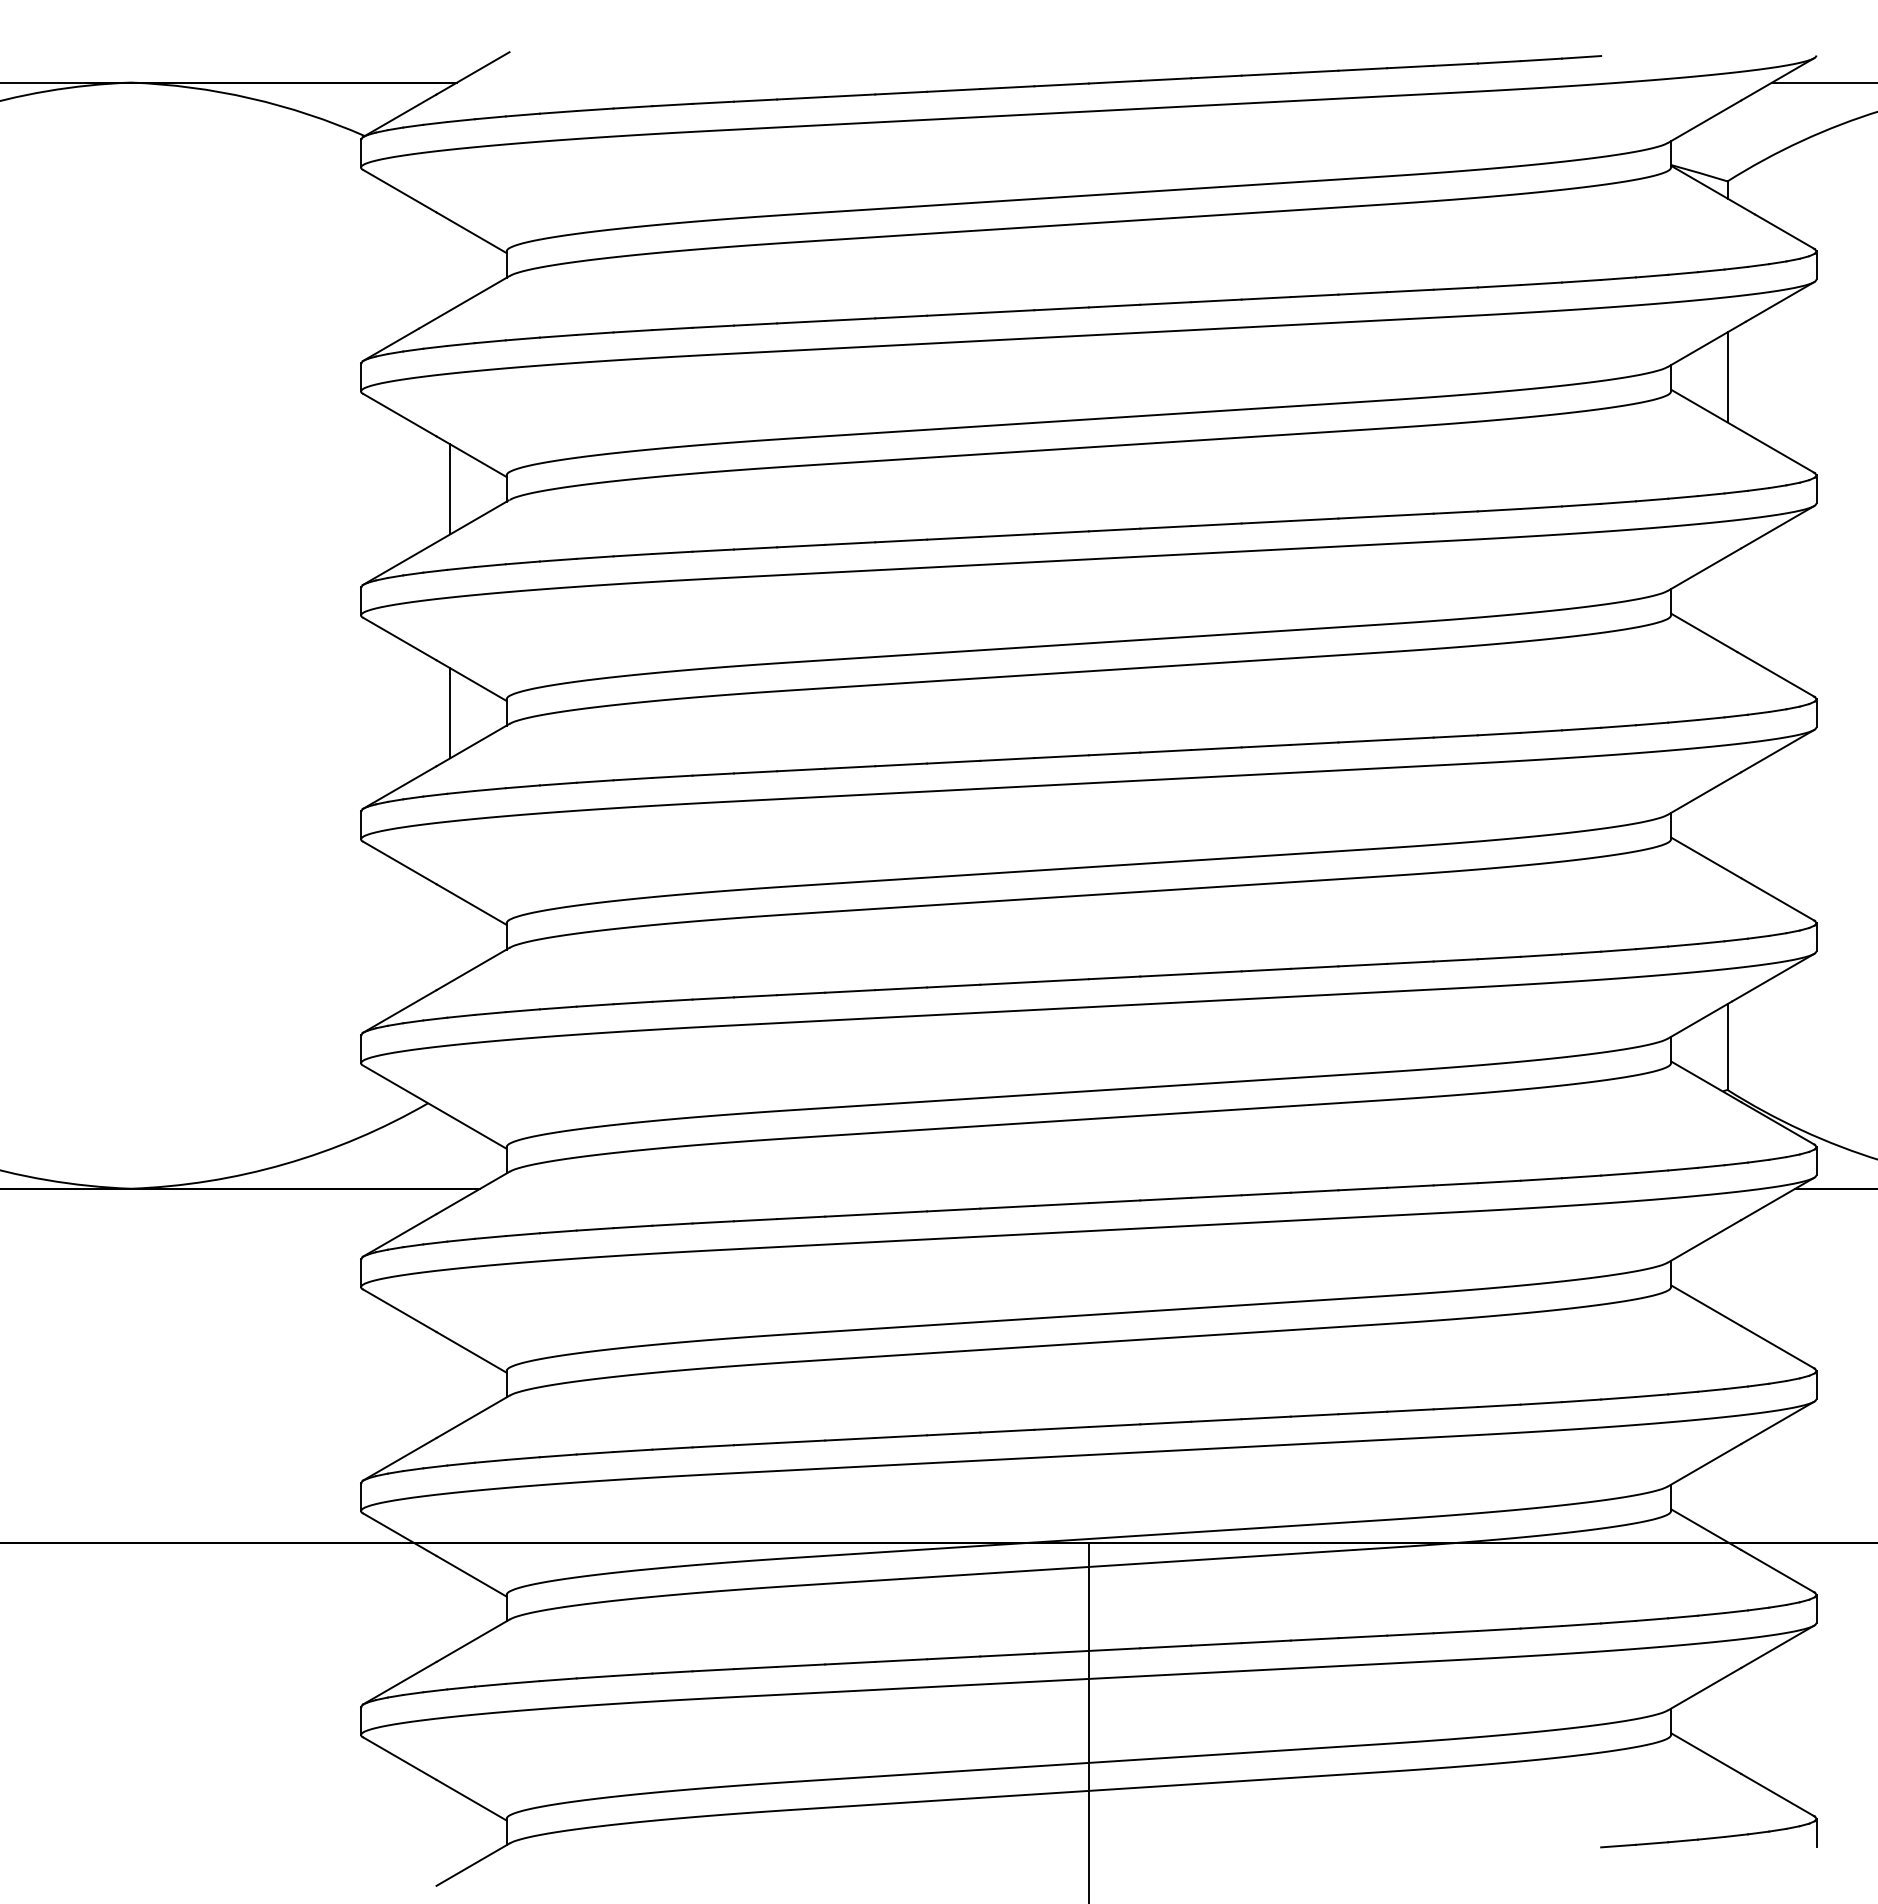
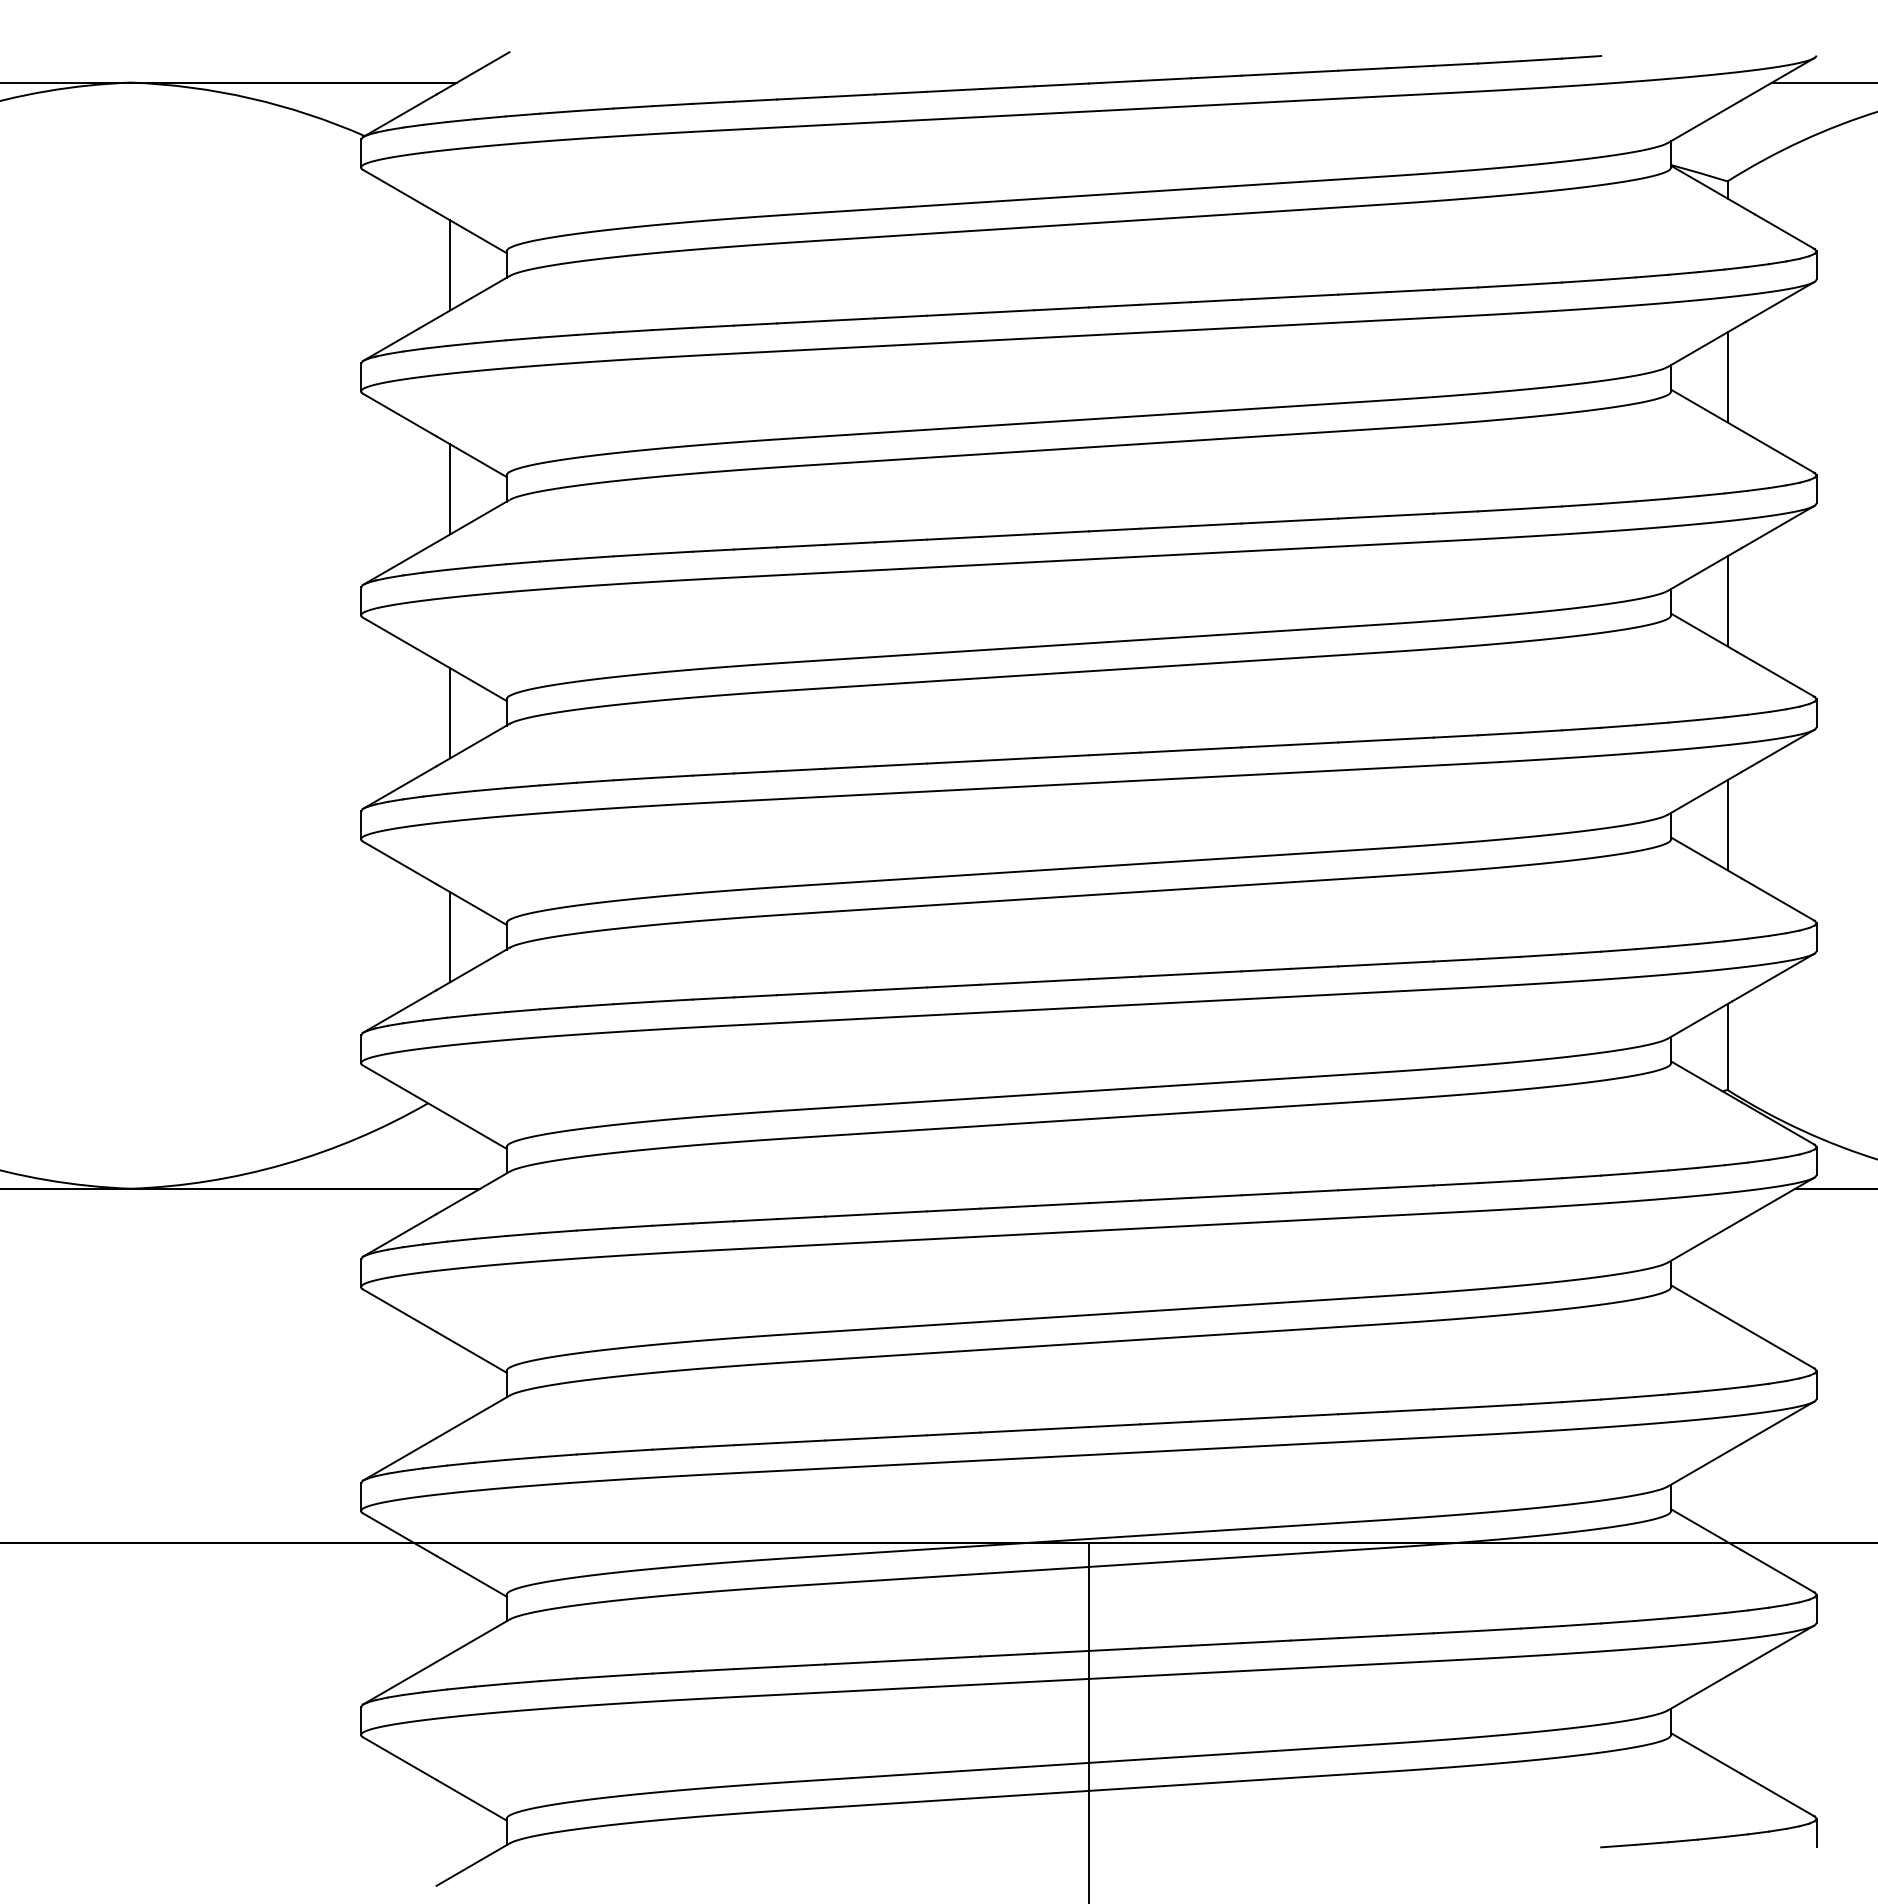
line at (450, 265): none -> present
line at (1727, 601): none -> present
line at (1727, 825): none -> present
line at (450, 937): none -> present
